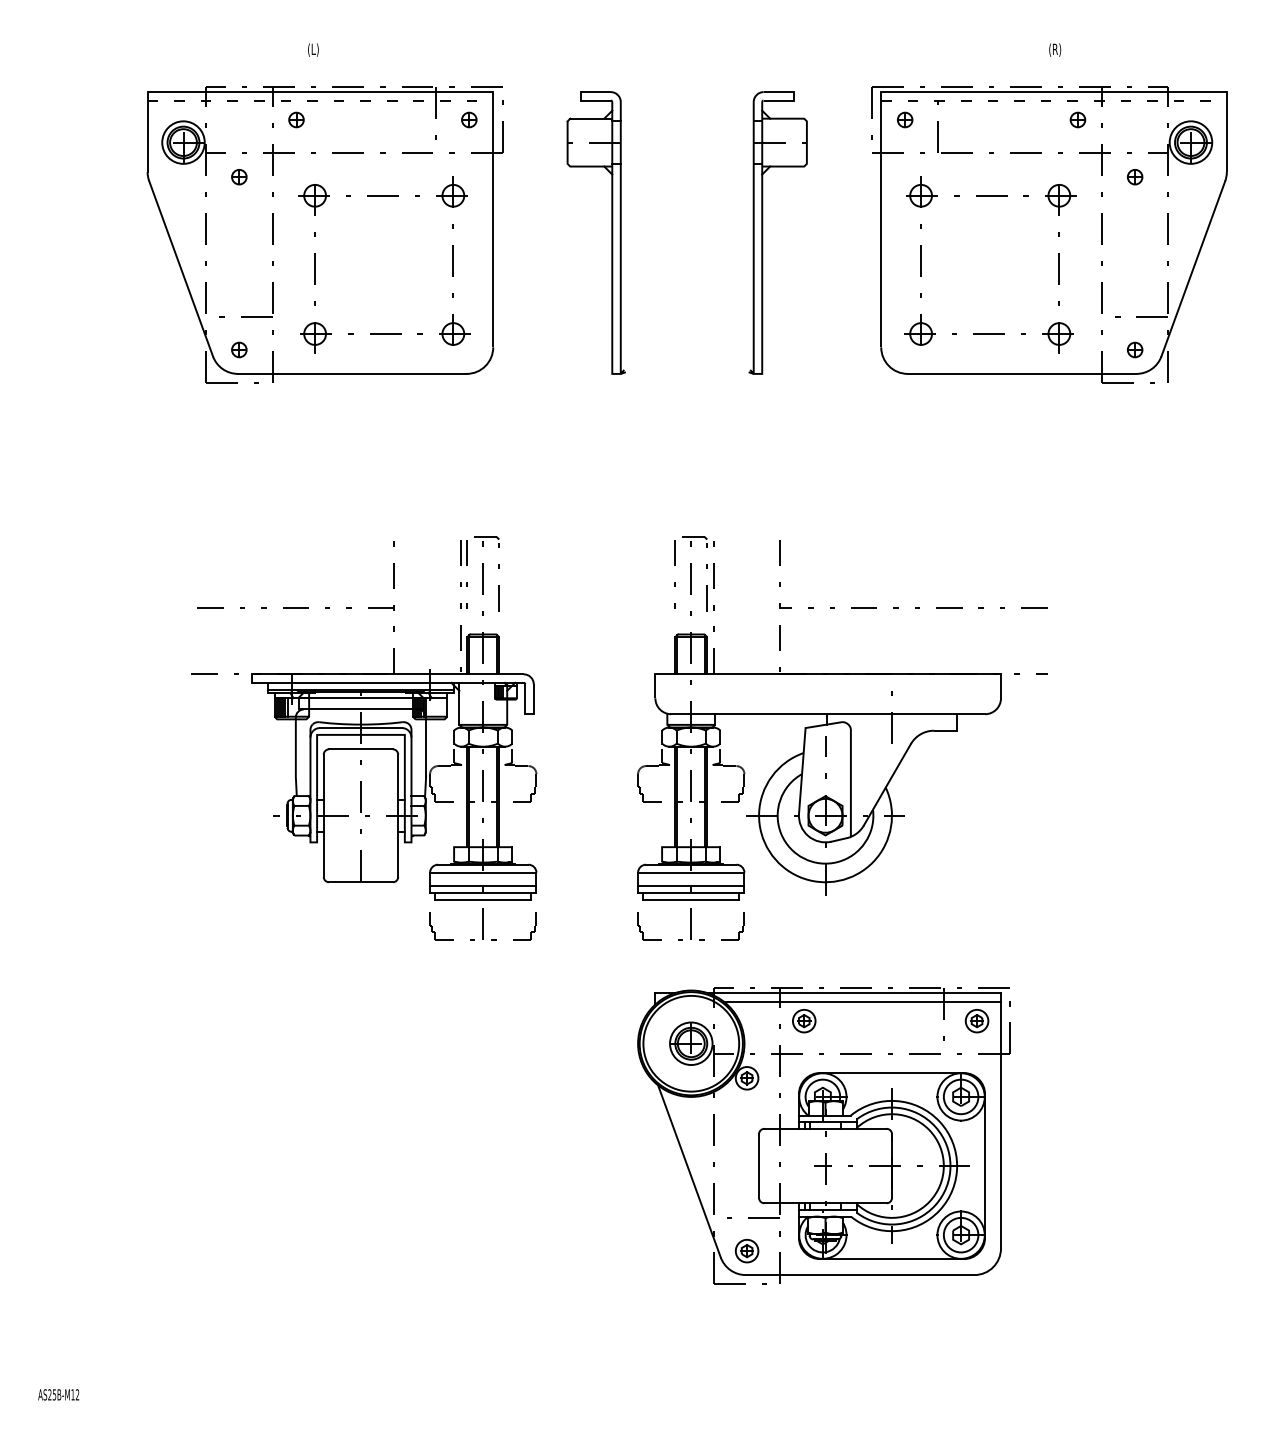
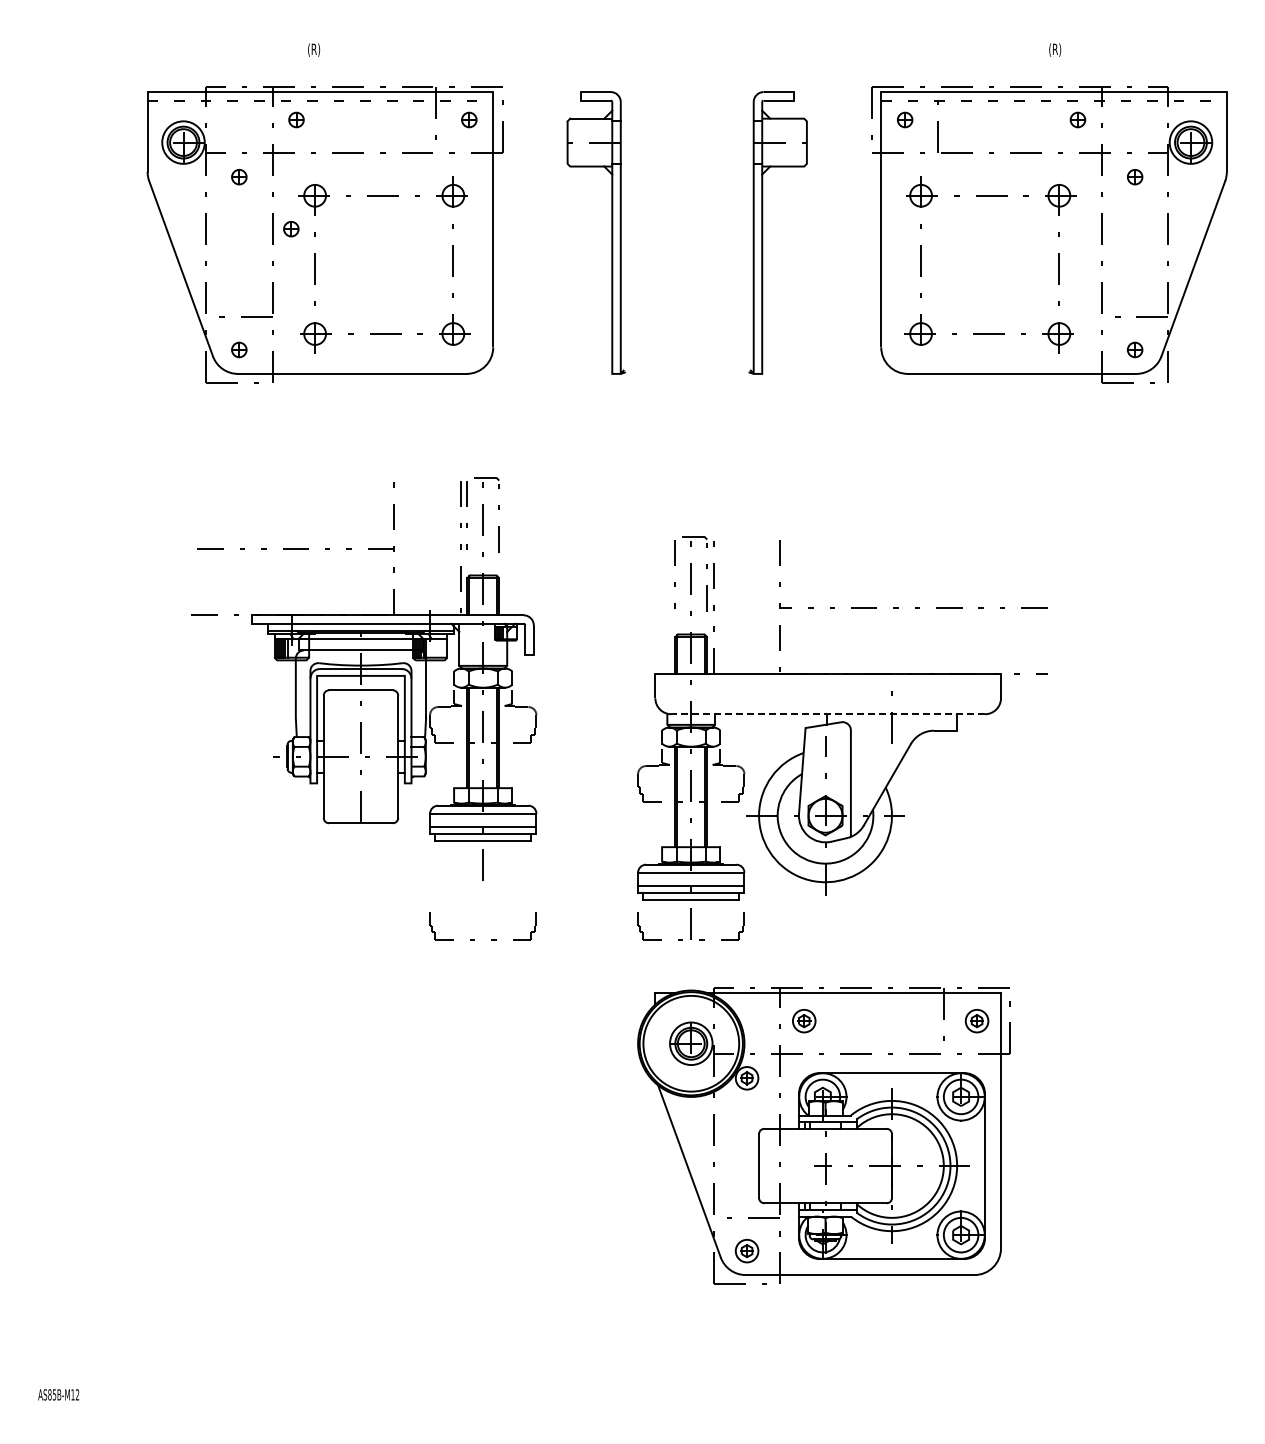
text at (316, 49): (L) -> (R)
part at (291, 229): none -> present
line at (828, 714): solid -> dashed
part at (364, 737) position: (364, 737) -> (364, 678)
line at (862, 1001): present -> none
text at (49, 1394): AS25B-M12 -> AS85B-M12
